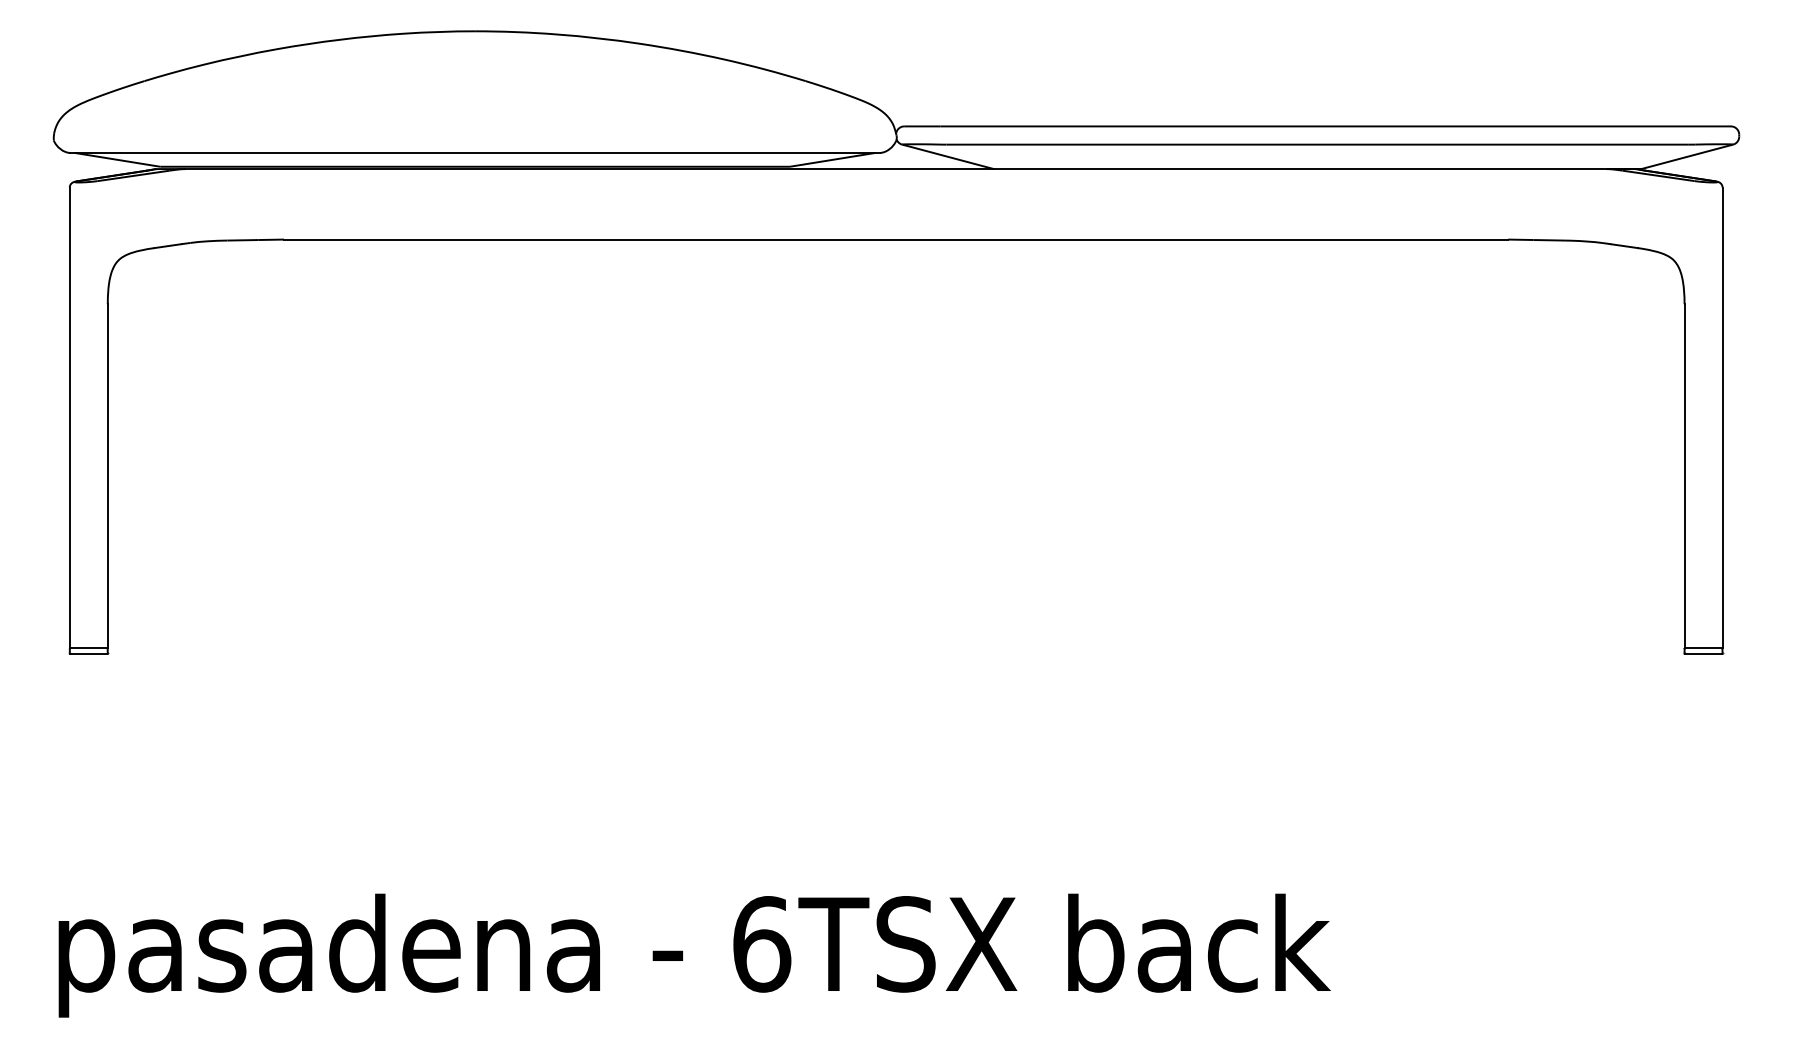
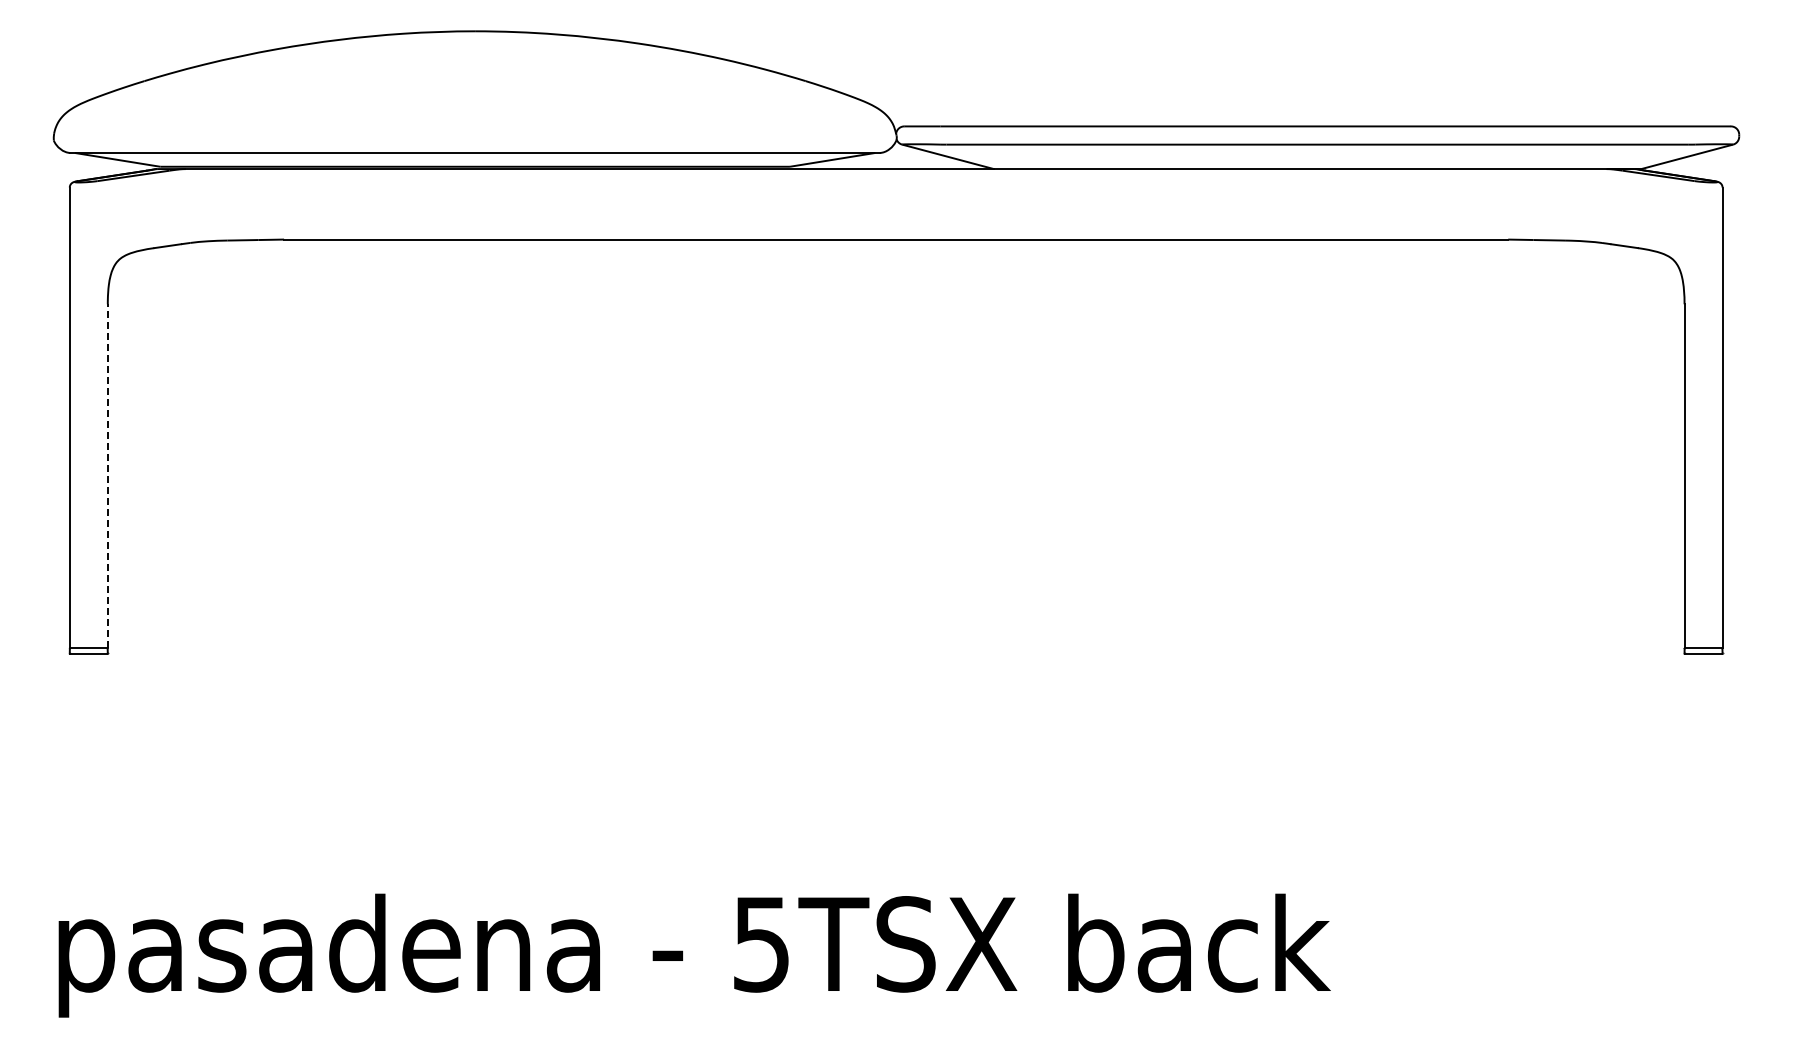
line at (107, 476): solid -> dashed
text at (762, 944): 6TSX -> 5TSX
